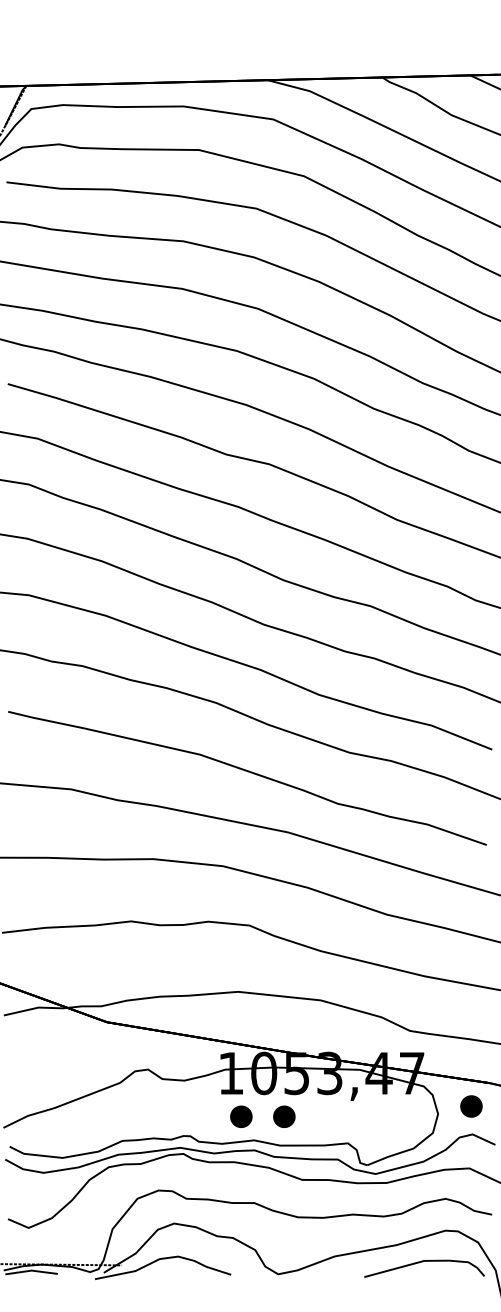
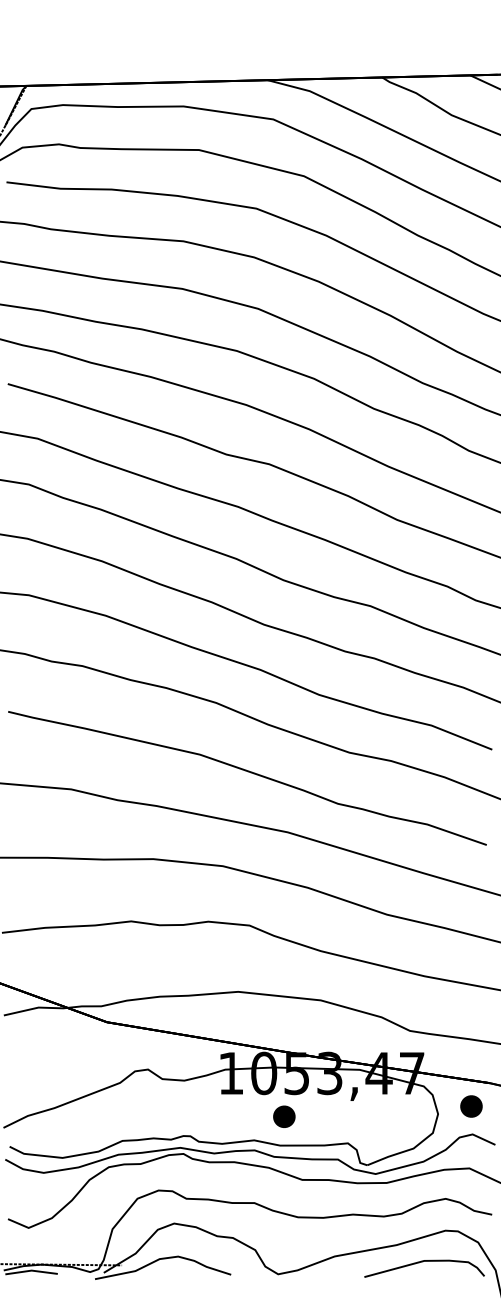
part at (241, 1116): present -> none
